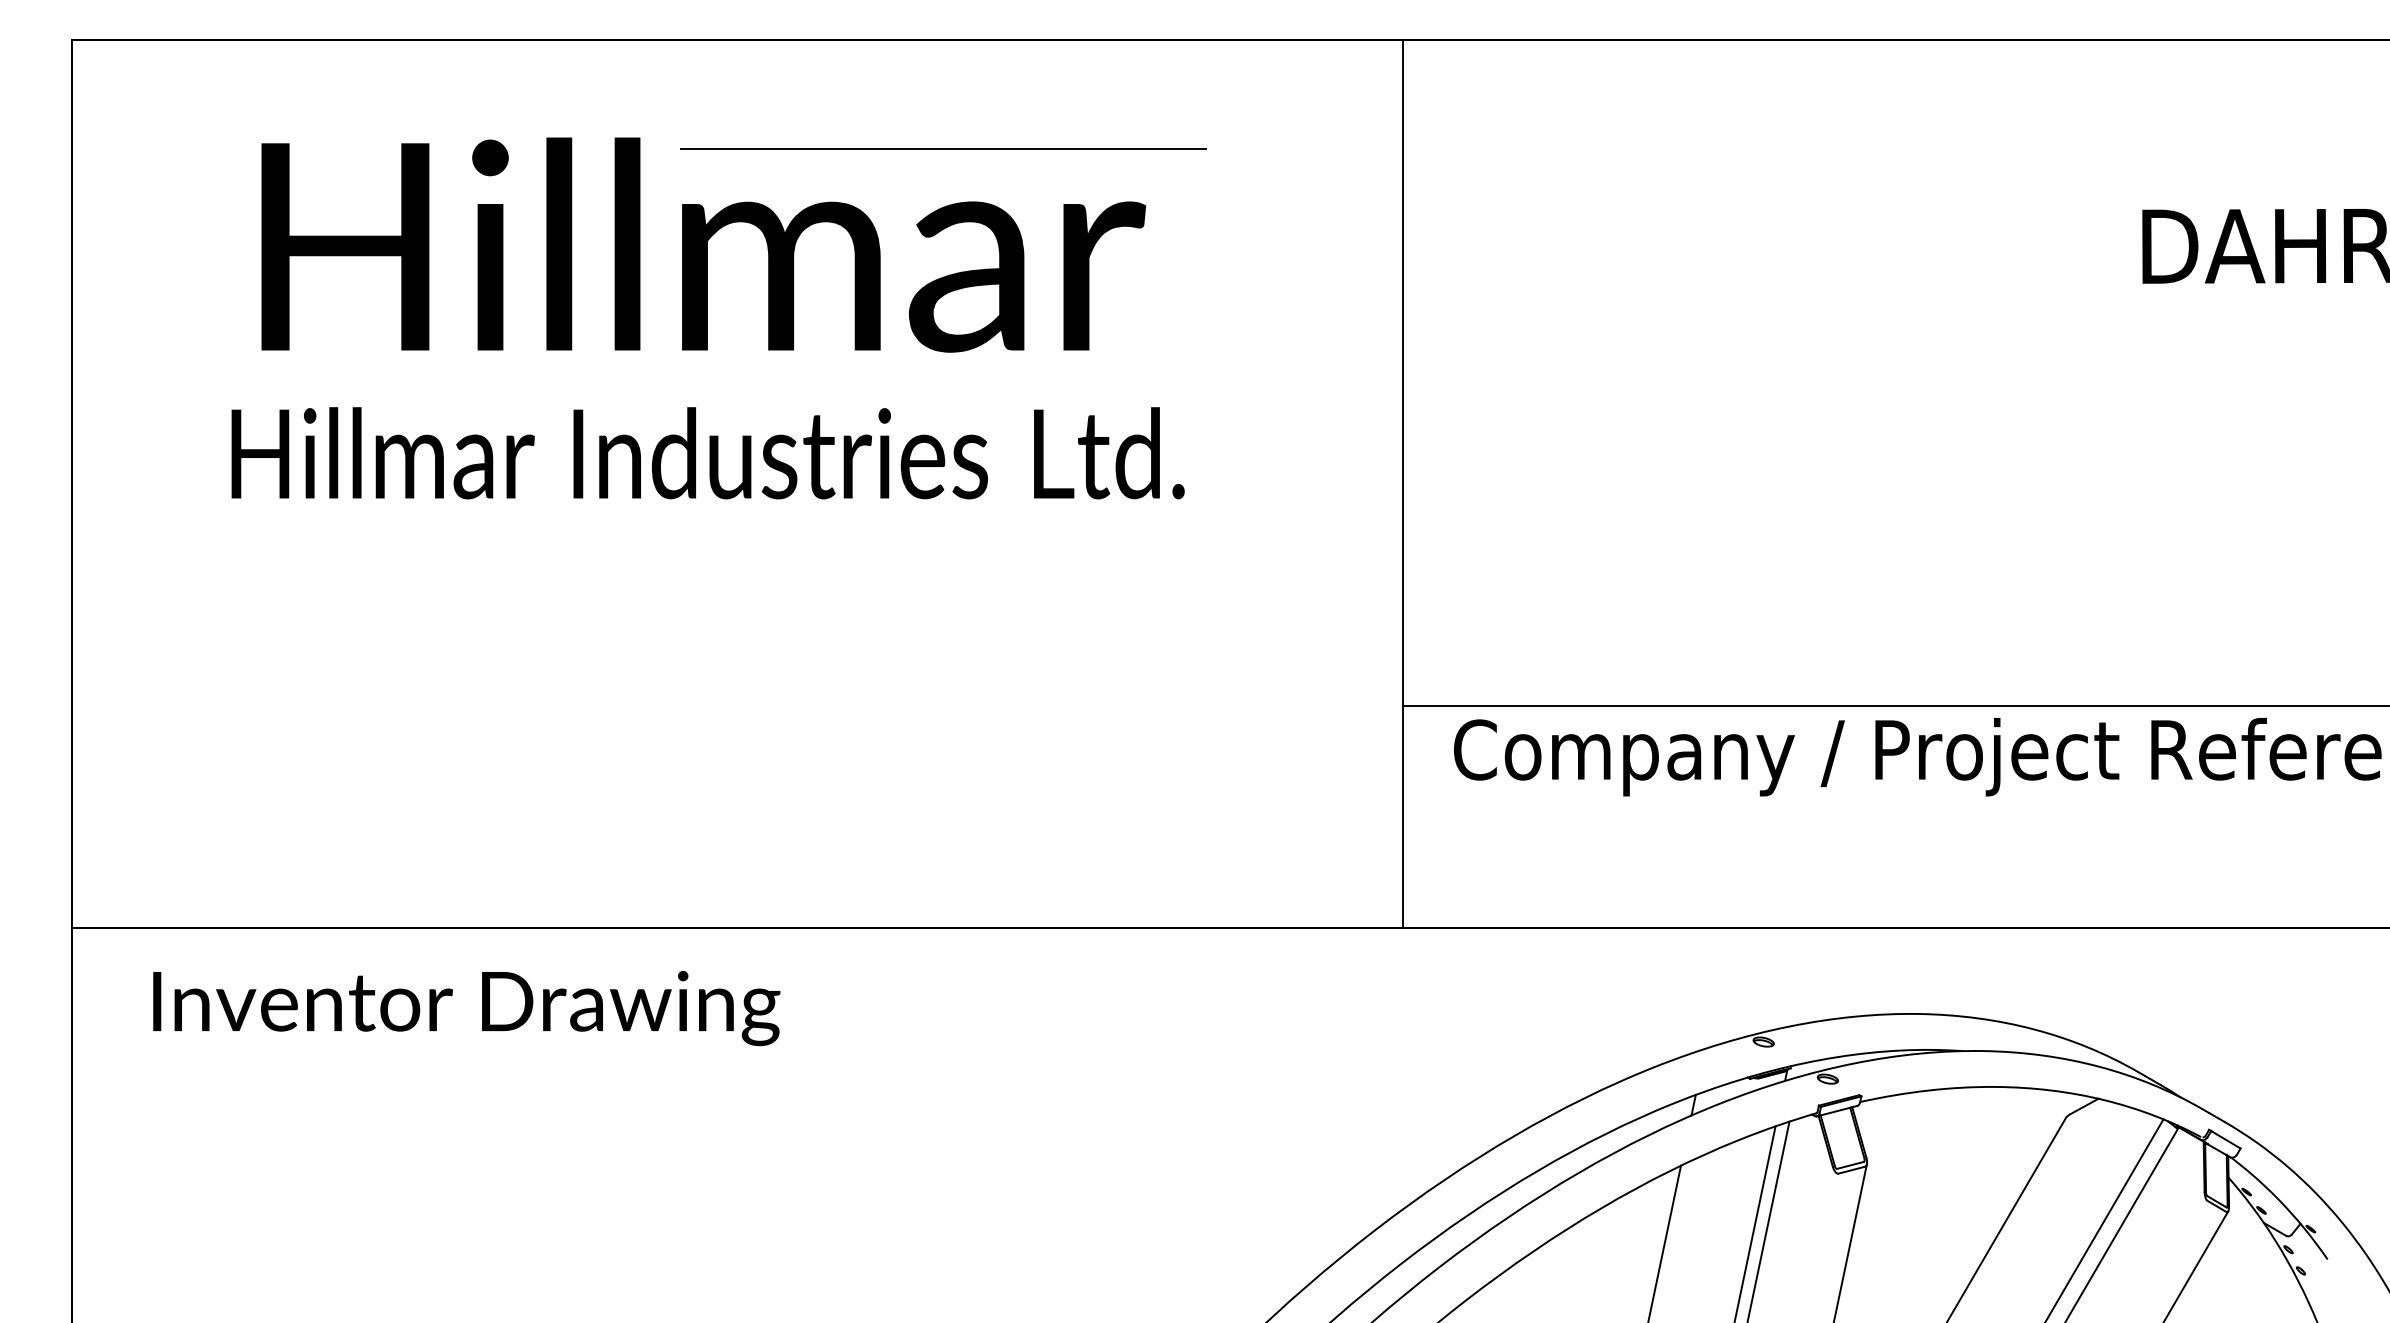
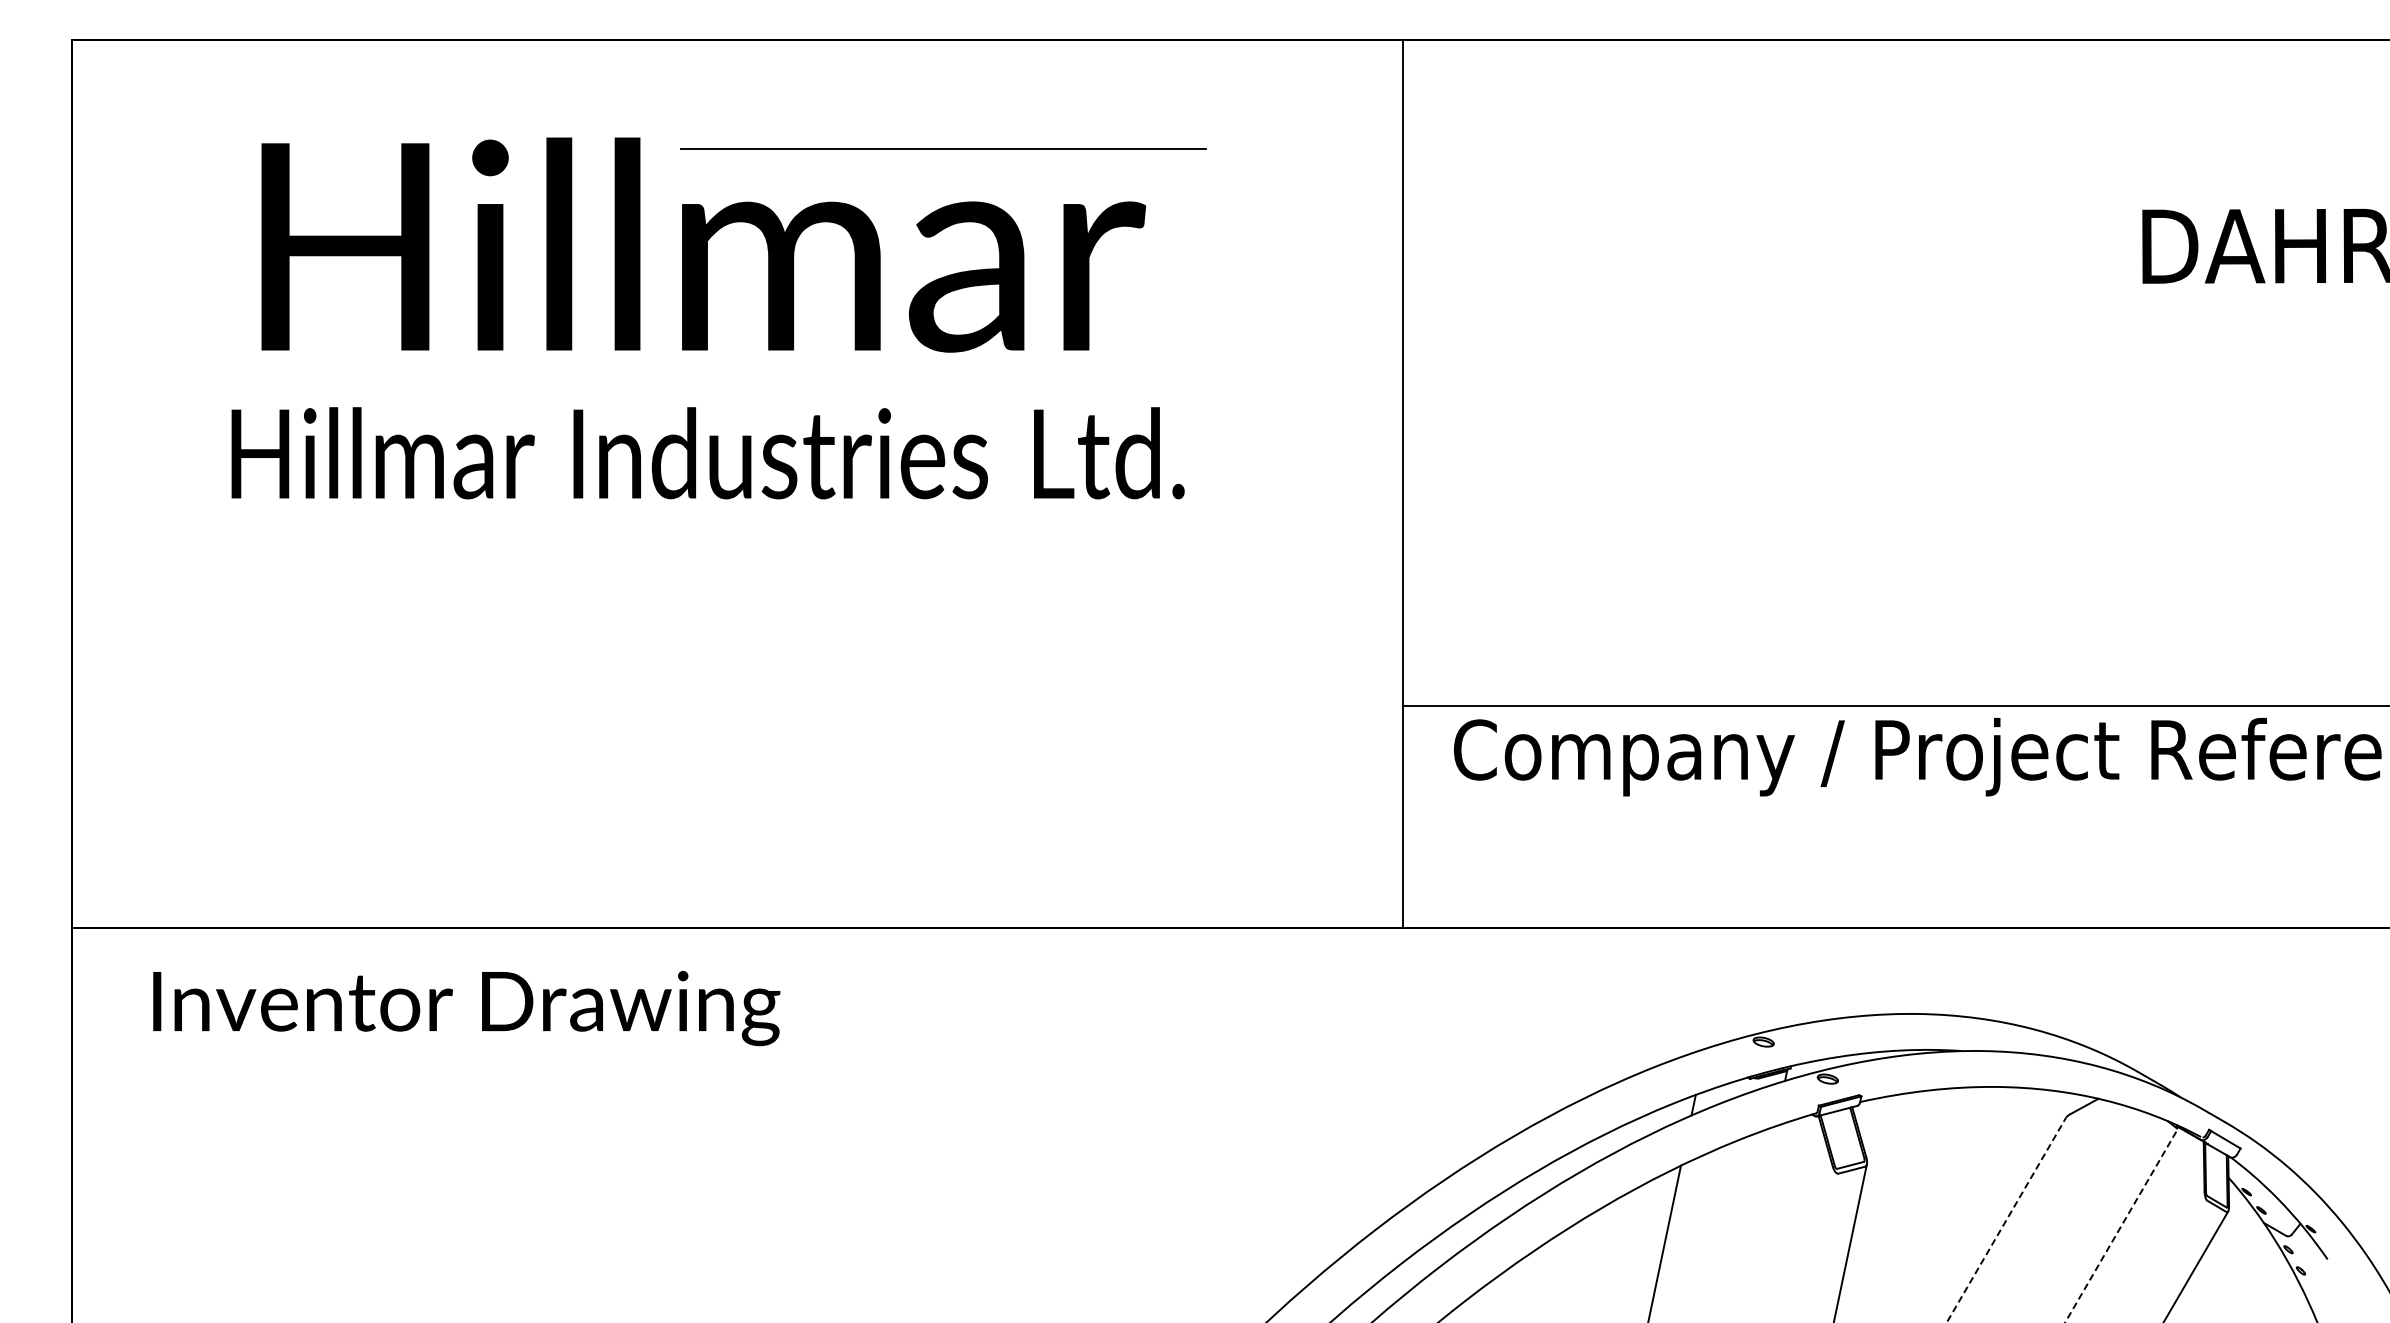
line at (2006, 1219): solid -> dashed
line at (2105, 1219): present -> none
line at (1768, 1220): present -> none
line at (1755, 1222): present -> none
line at (2122, 1224): solid -> dashed
